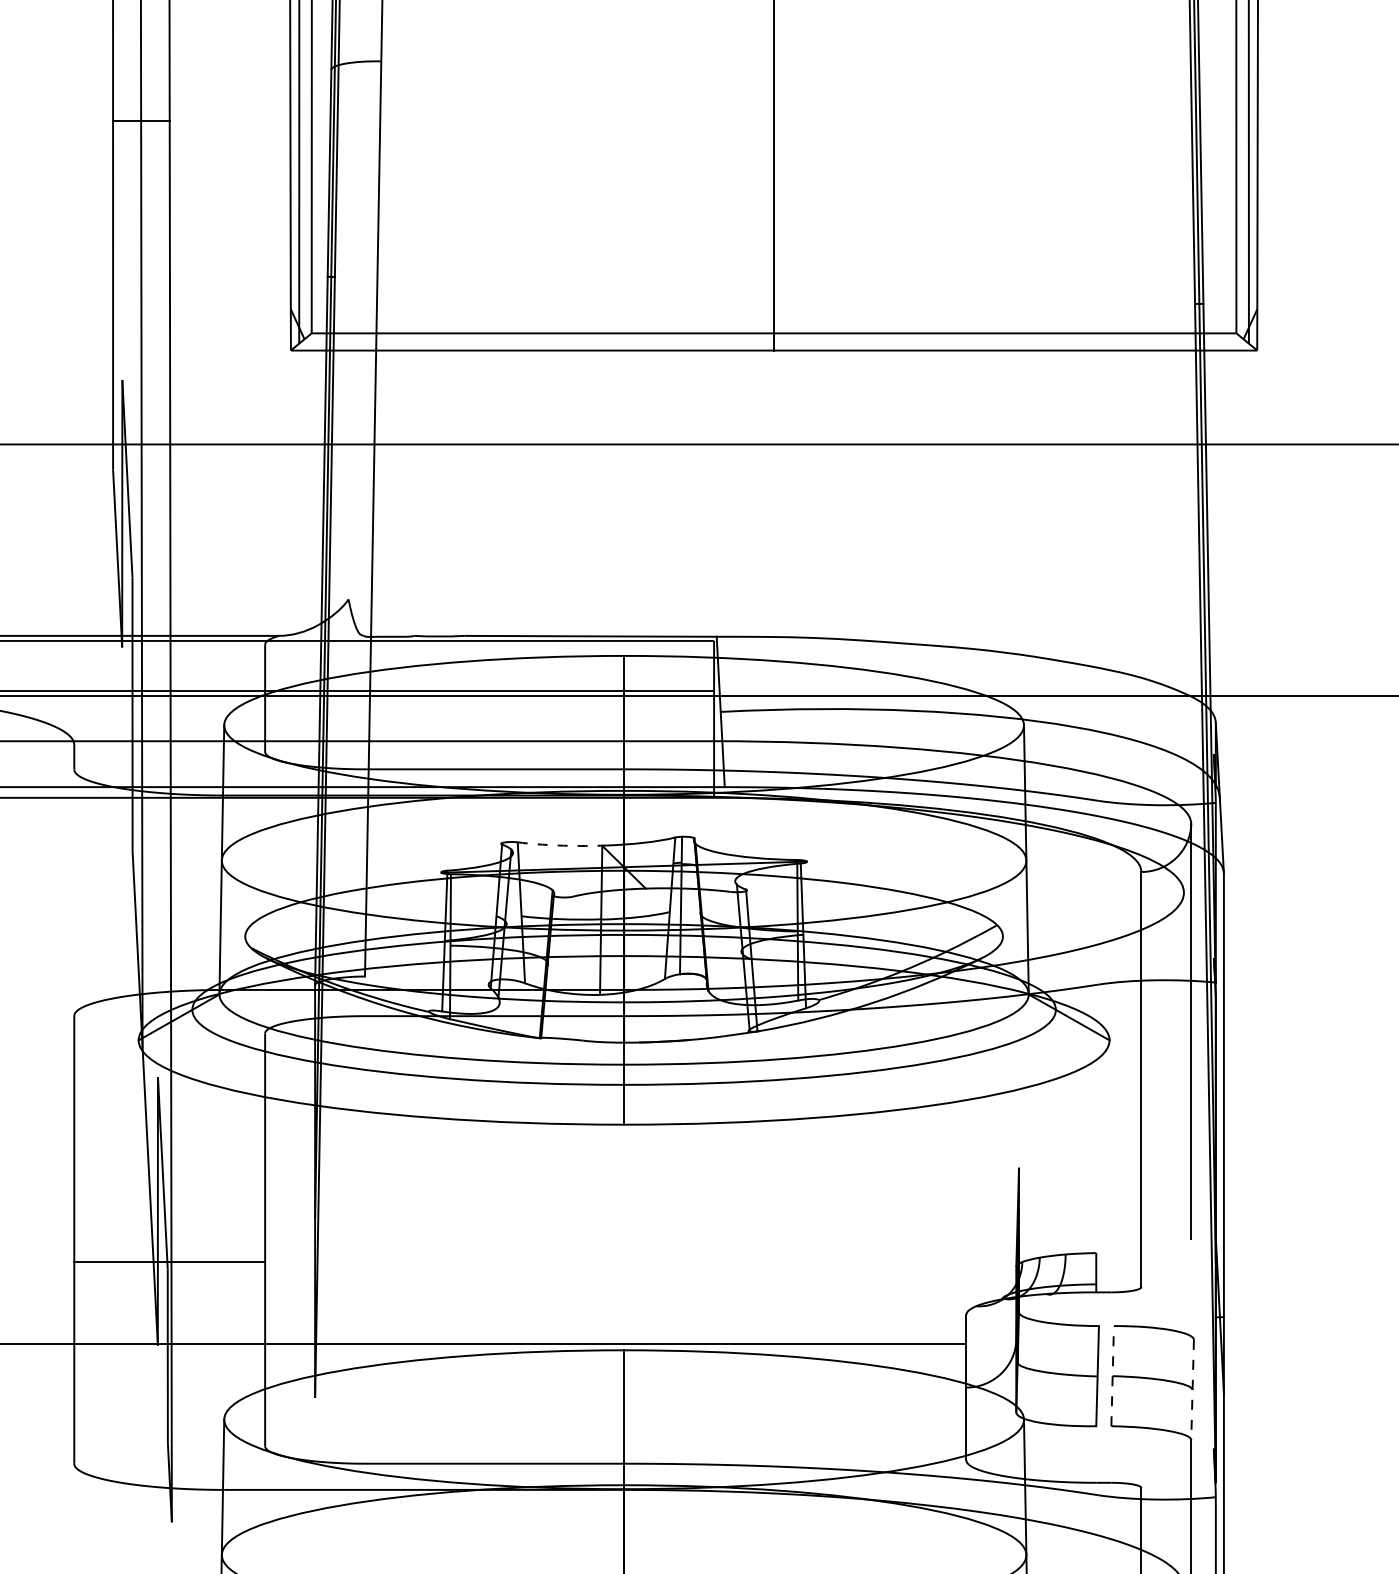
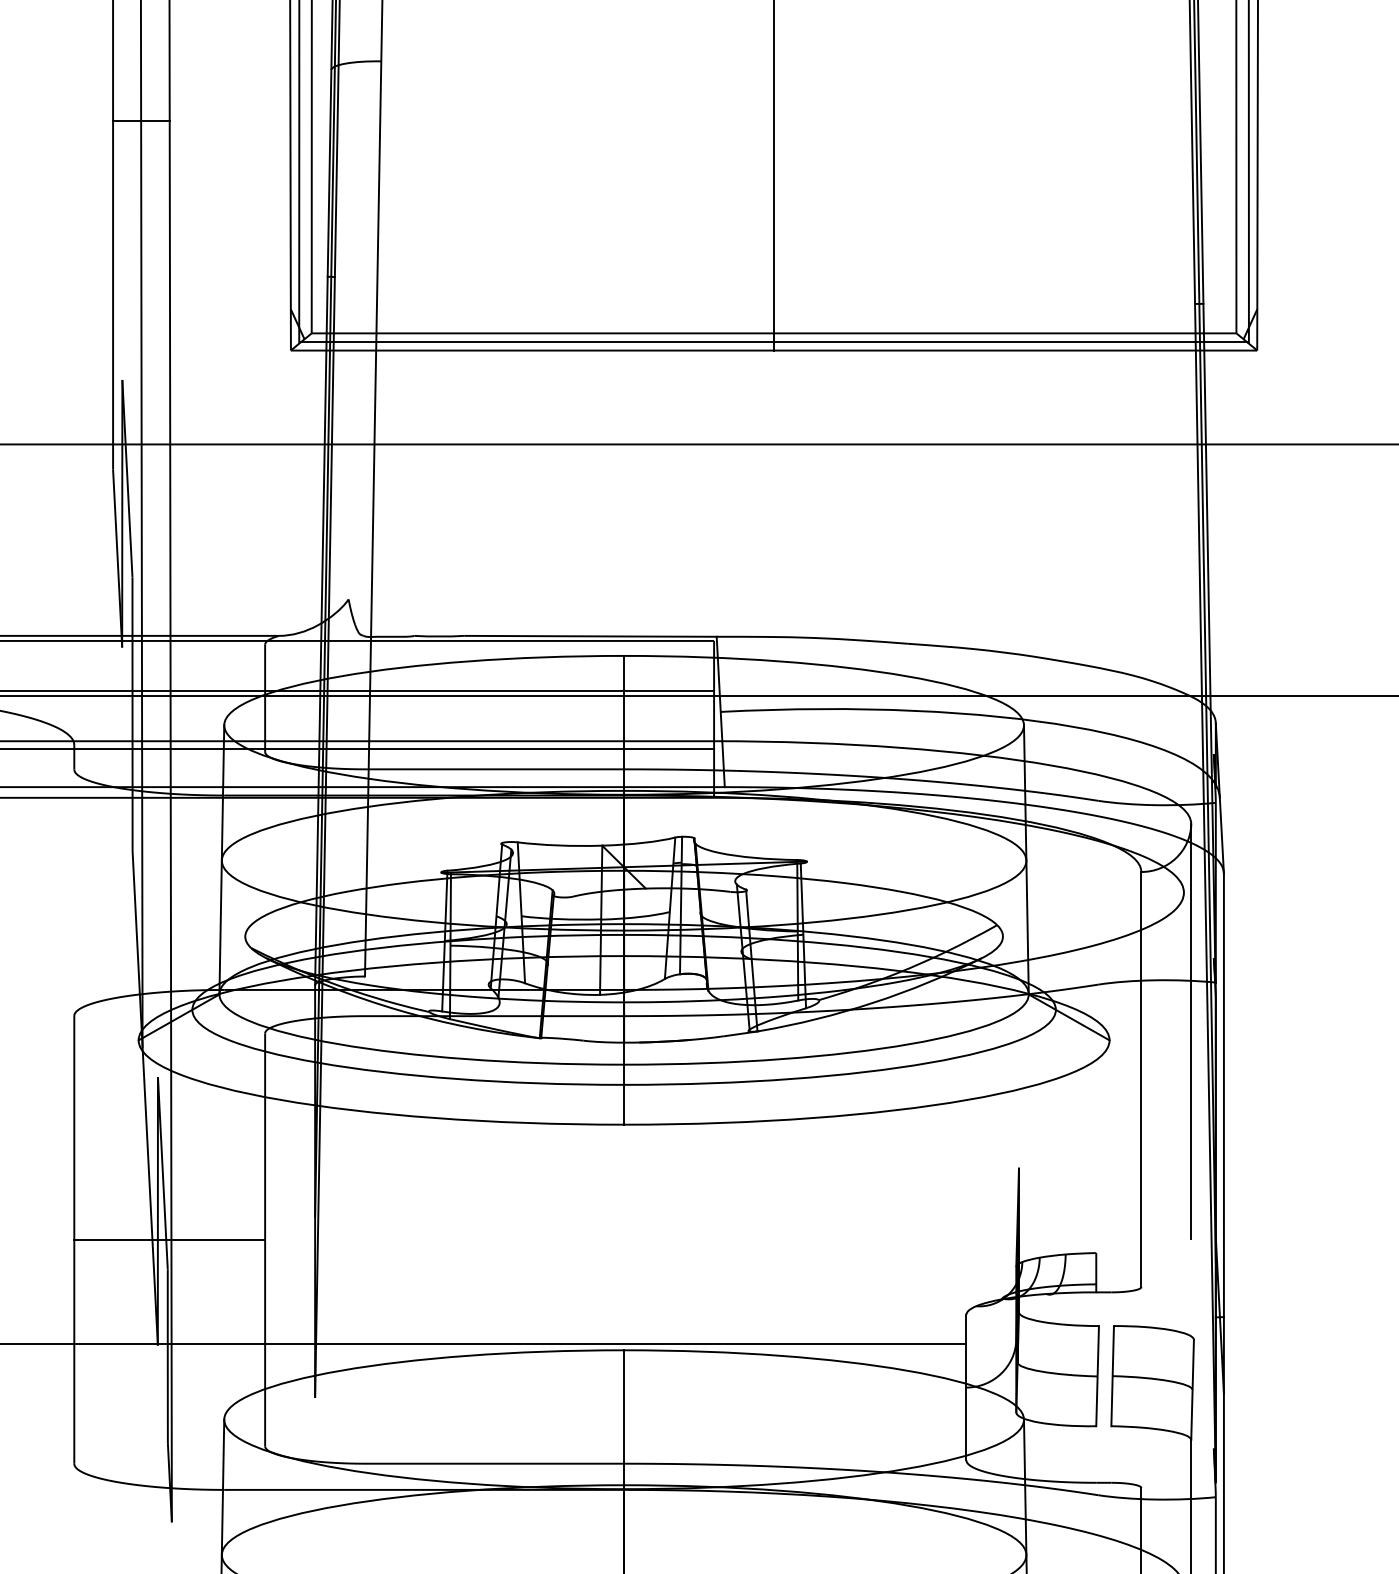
line at (773, 341): none -> present
line at (358, 748): none -> present
arc at (559, 845): dashed -> solid
line at (169, 1261) position: (169, 1261) -> (169, 1239)
line at (1112, 1375): dashed -> solid
line at (1192, 1390): dashed -> solid
